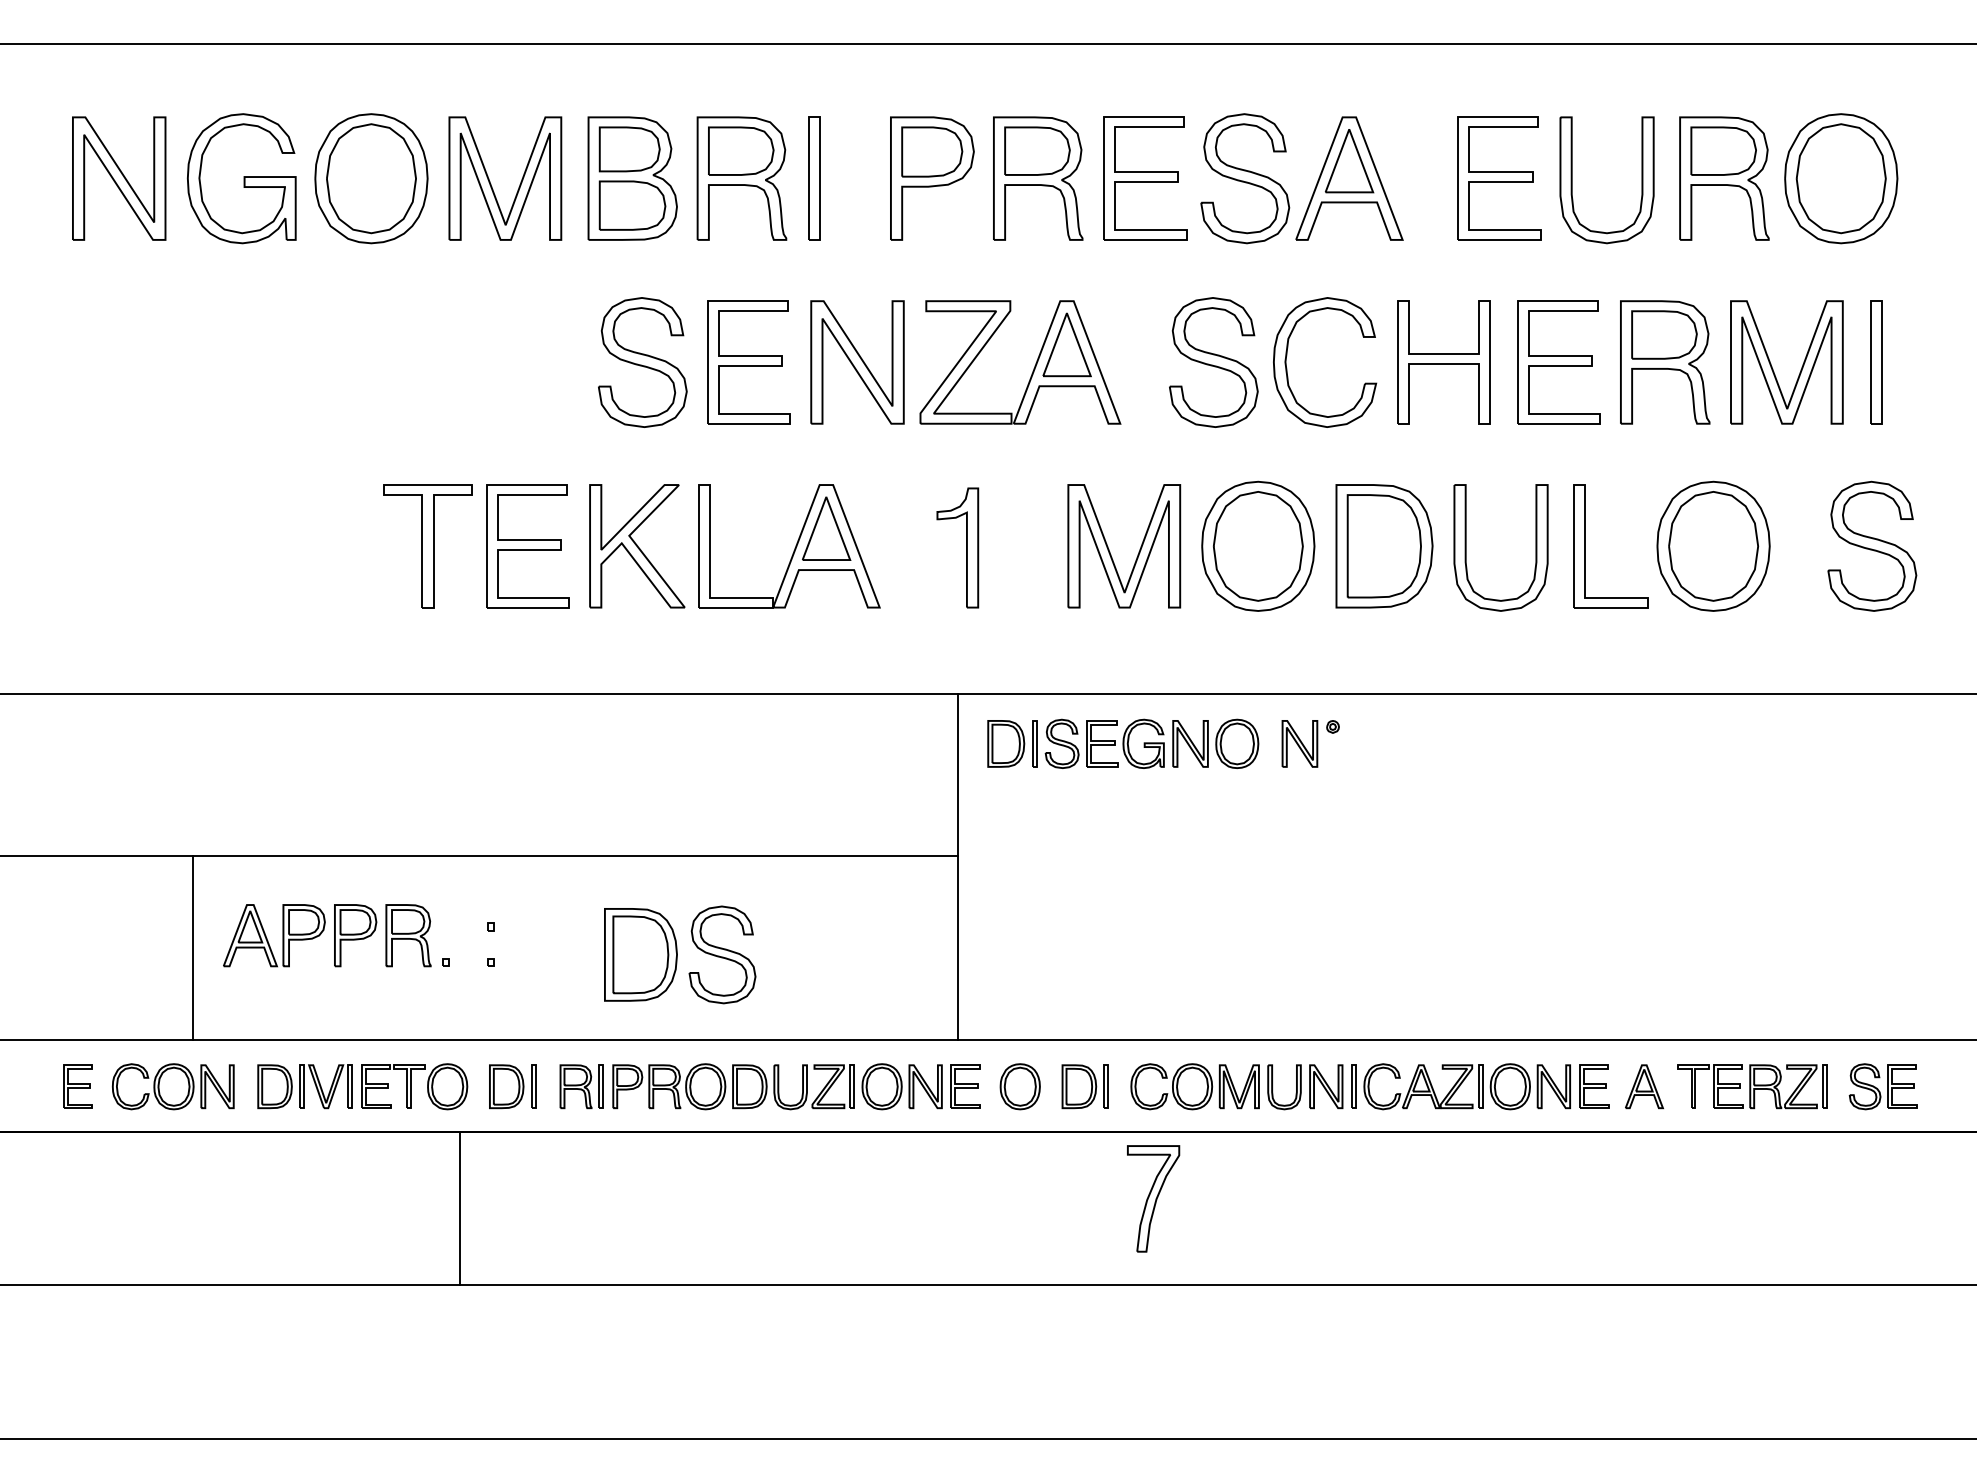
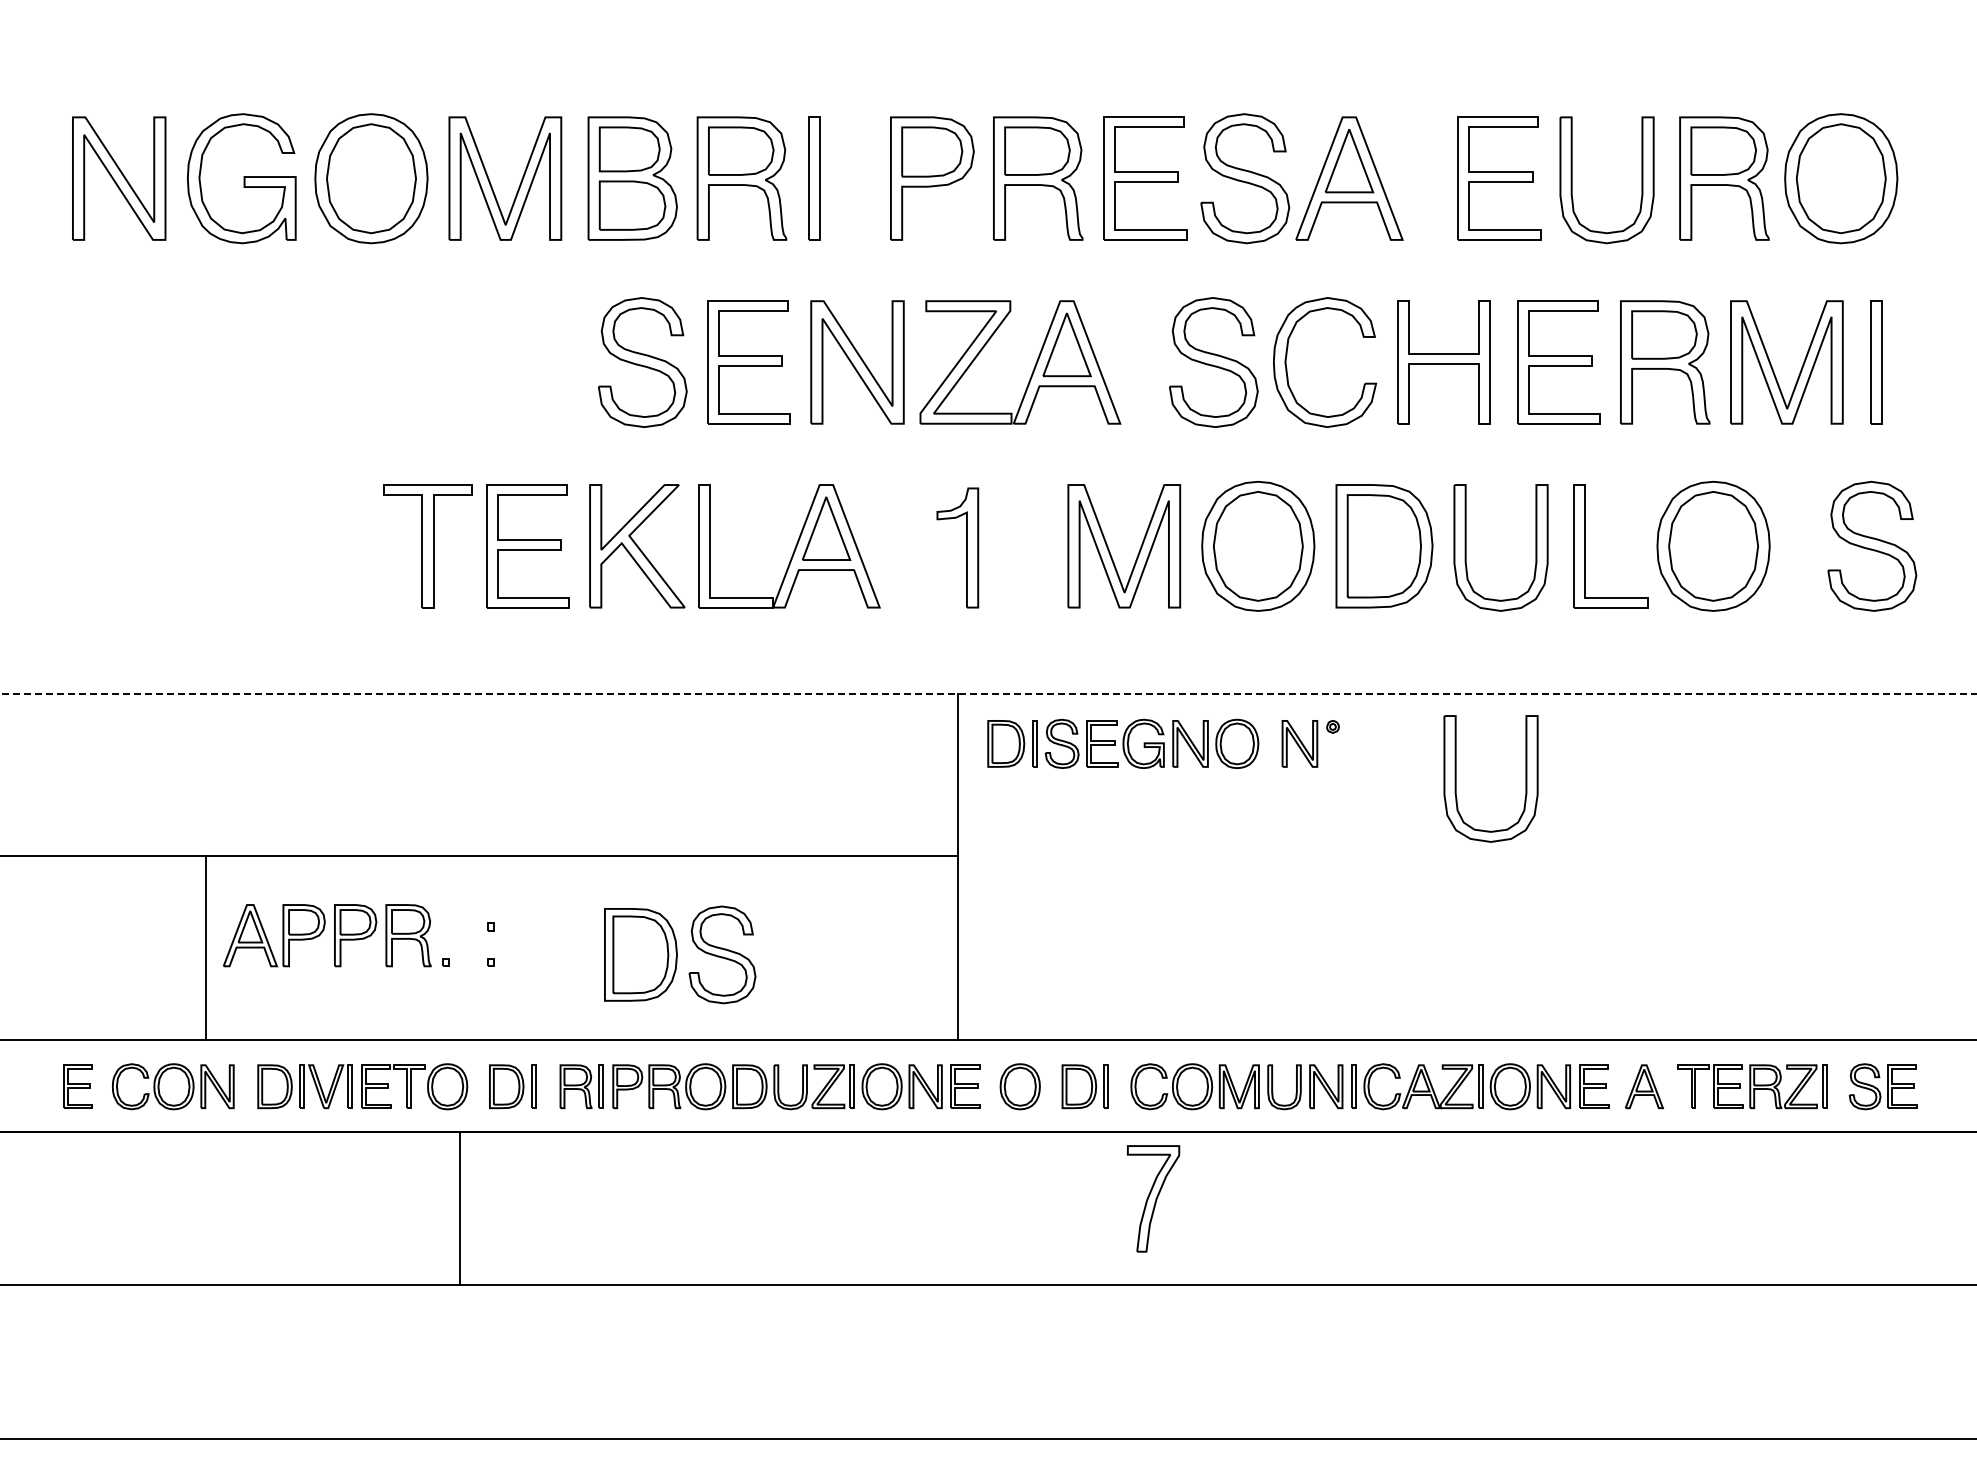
line at (987, 44): present -> none
line at (988, 694): solid -> dashed
part at (1456, 778): none -> present
line at (193, 948) position: (193, 948) -> (206, 948)
